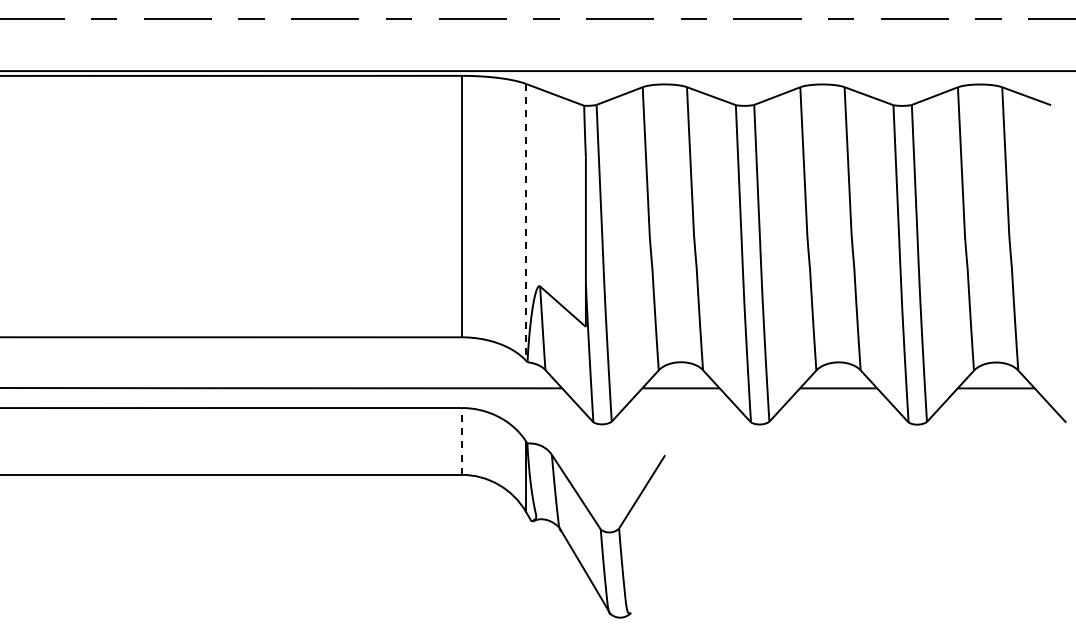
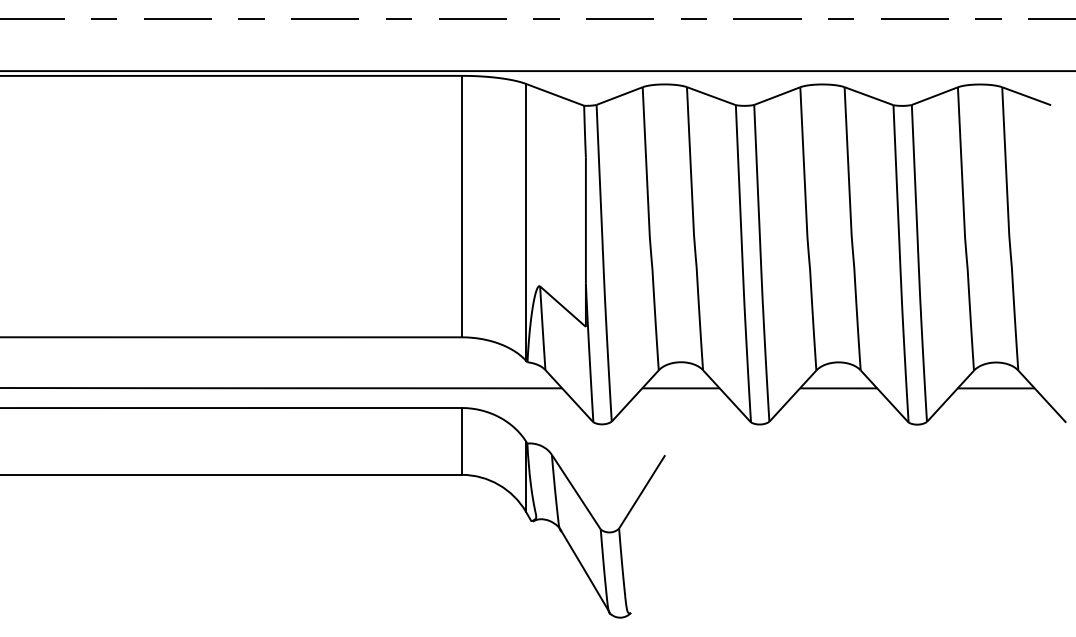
line at (526, 222): dashed -> solid
line at (461, 440): dashed -> solid
